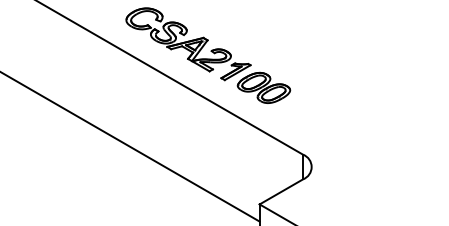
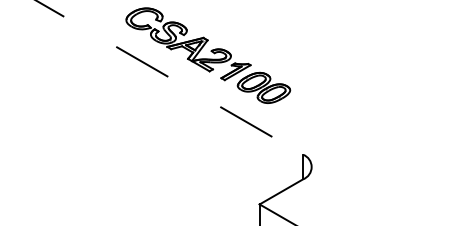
line at (170, 77): solid -> dashed
line at (130, 147): present -> none
